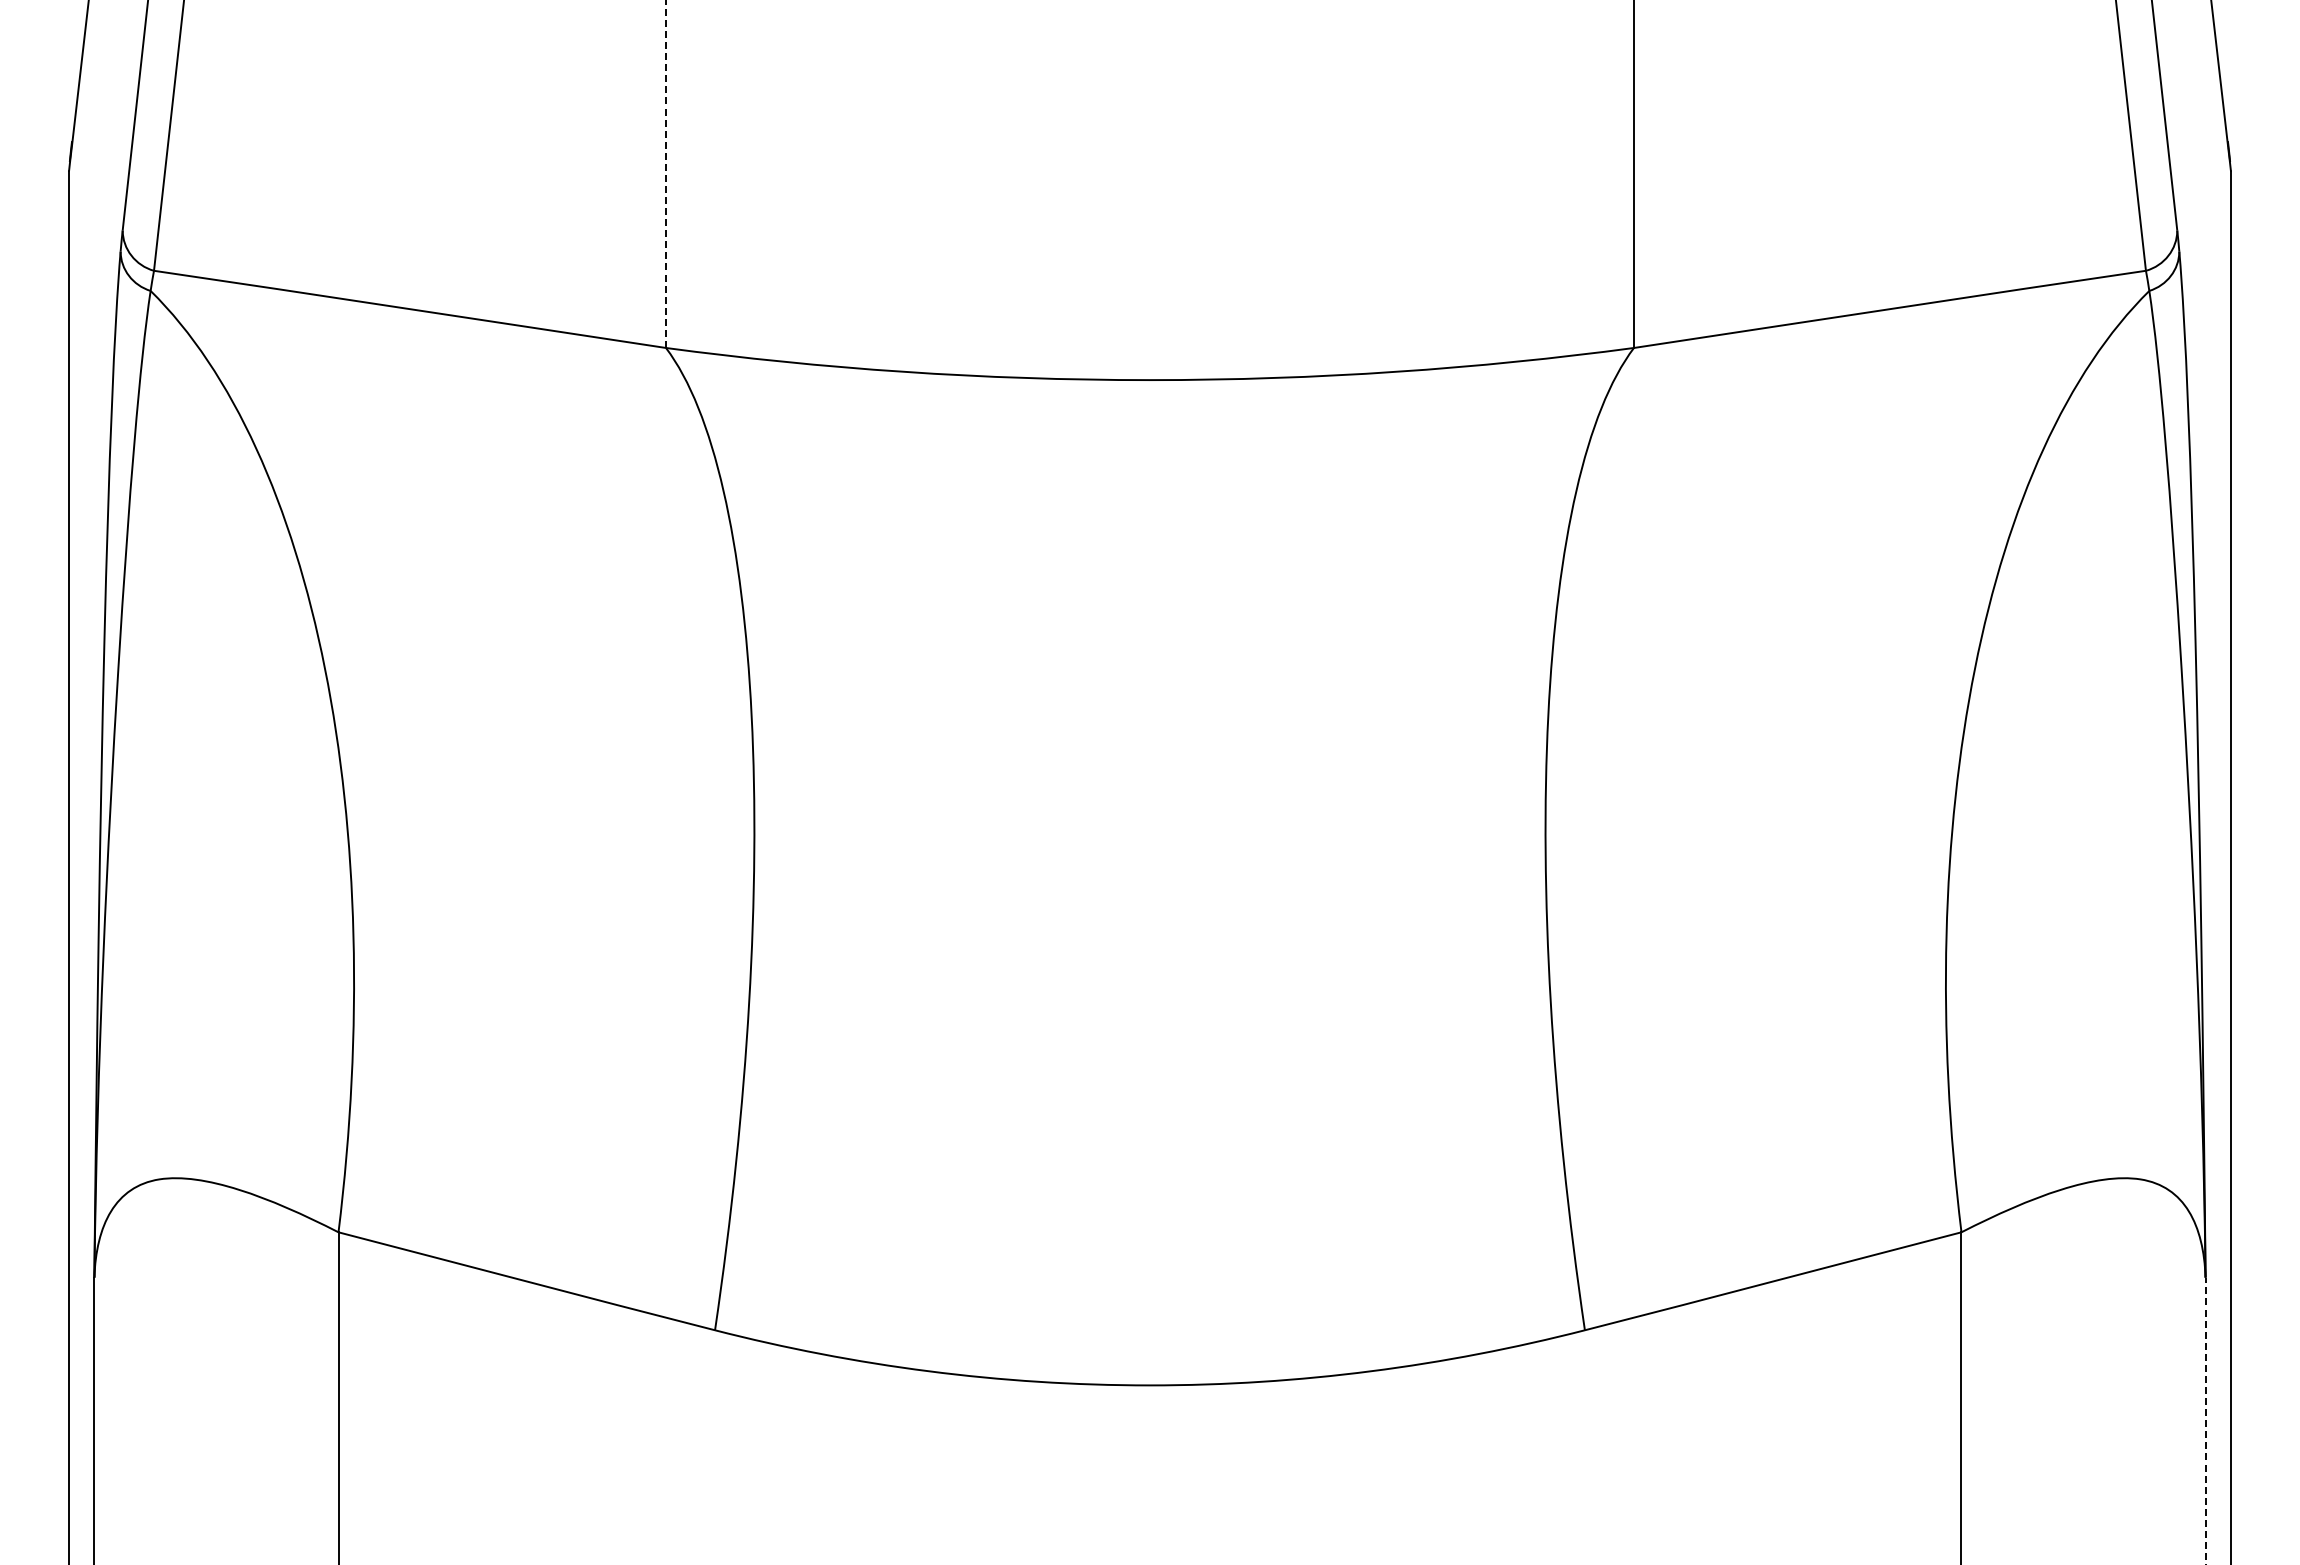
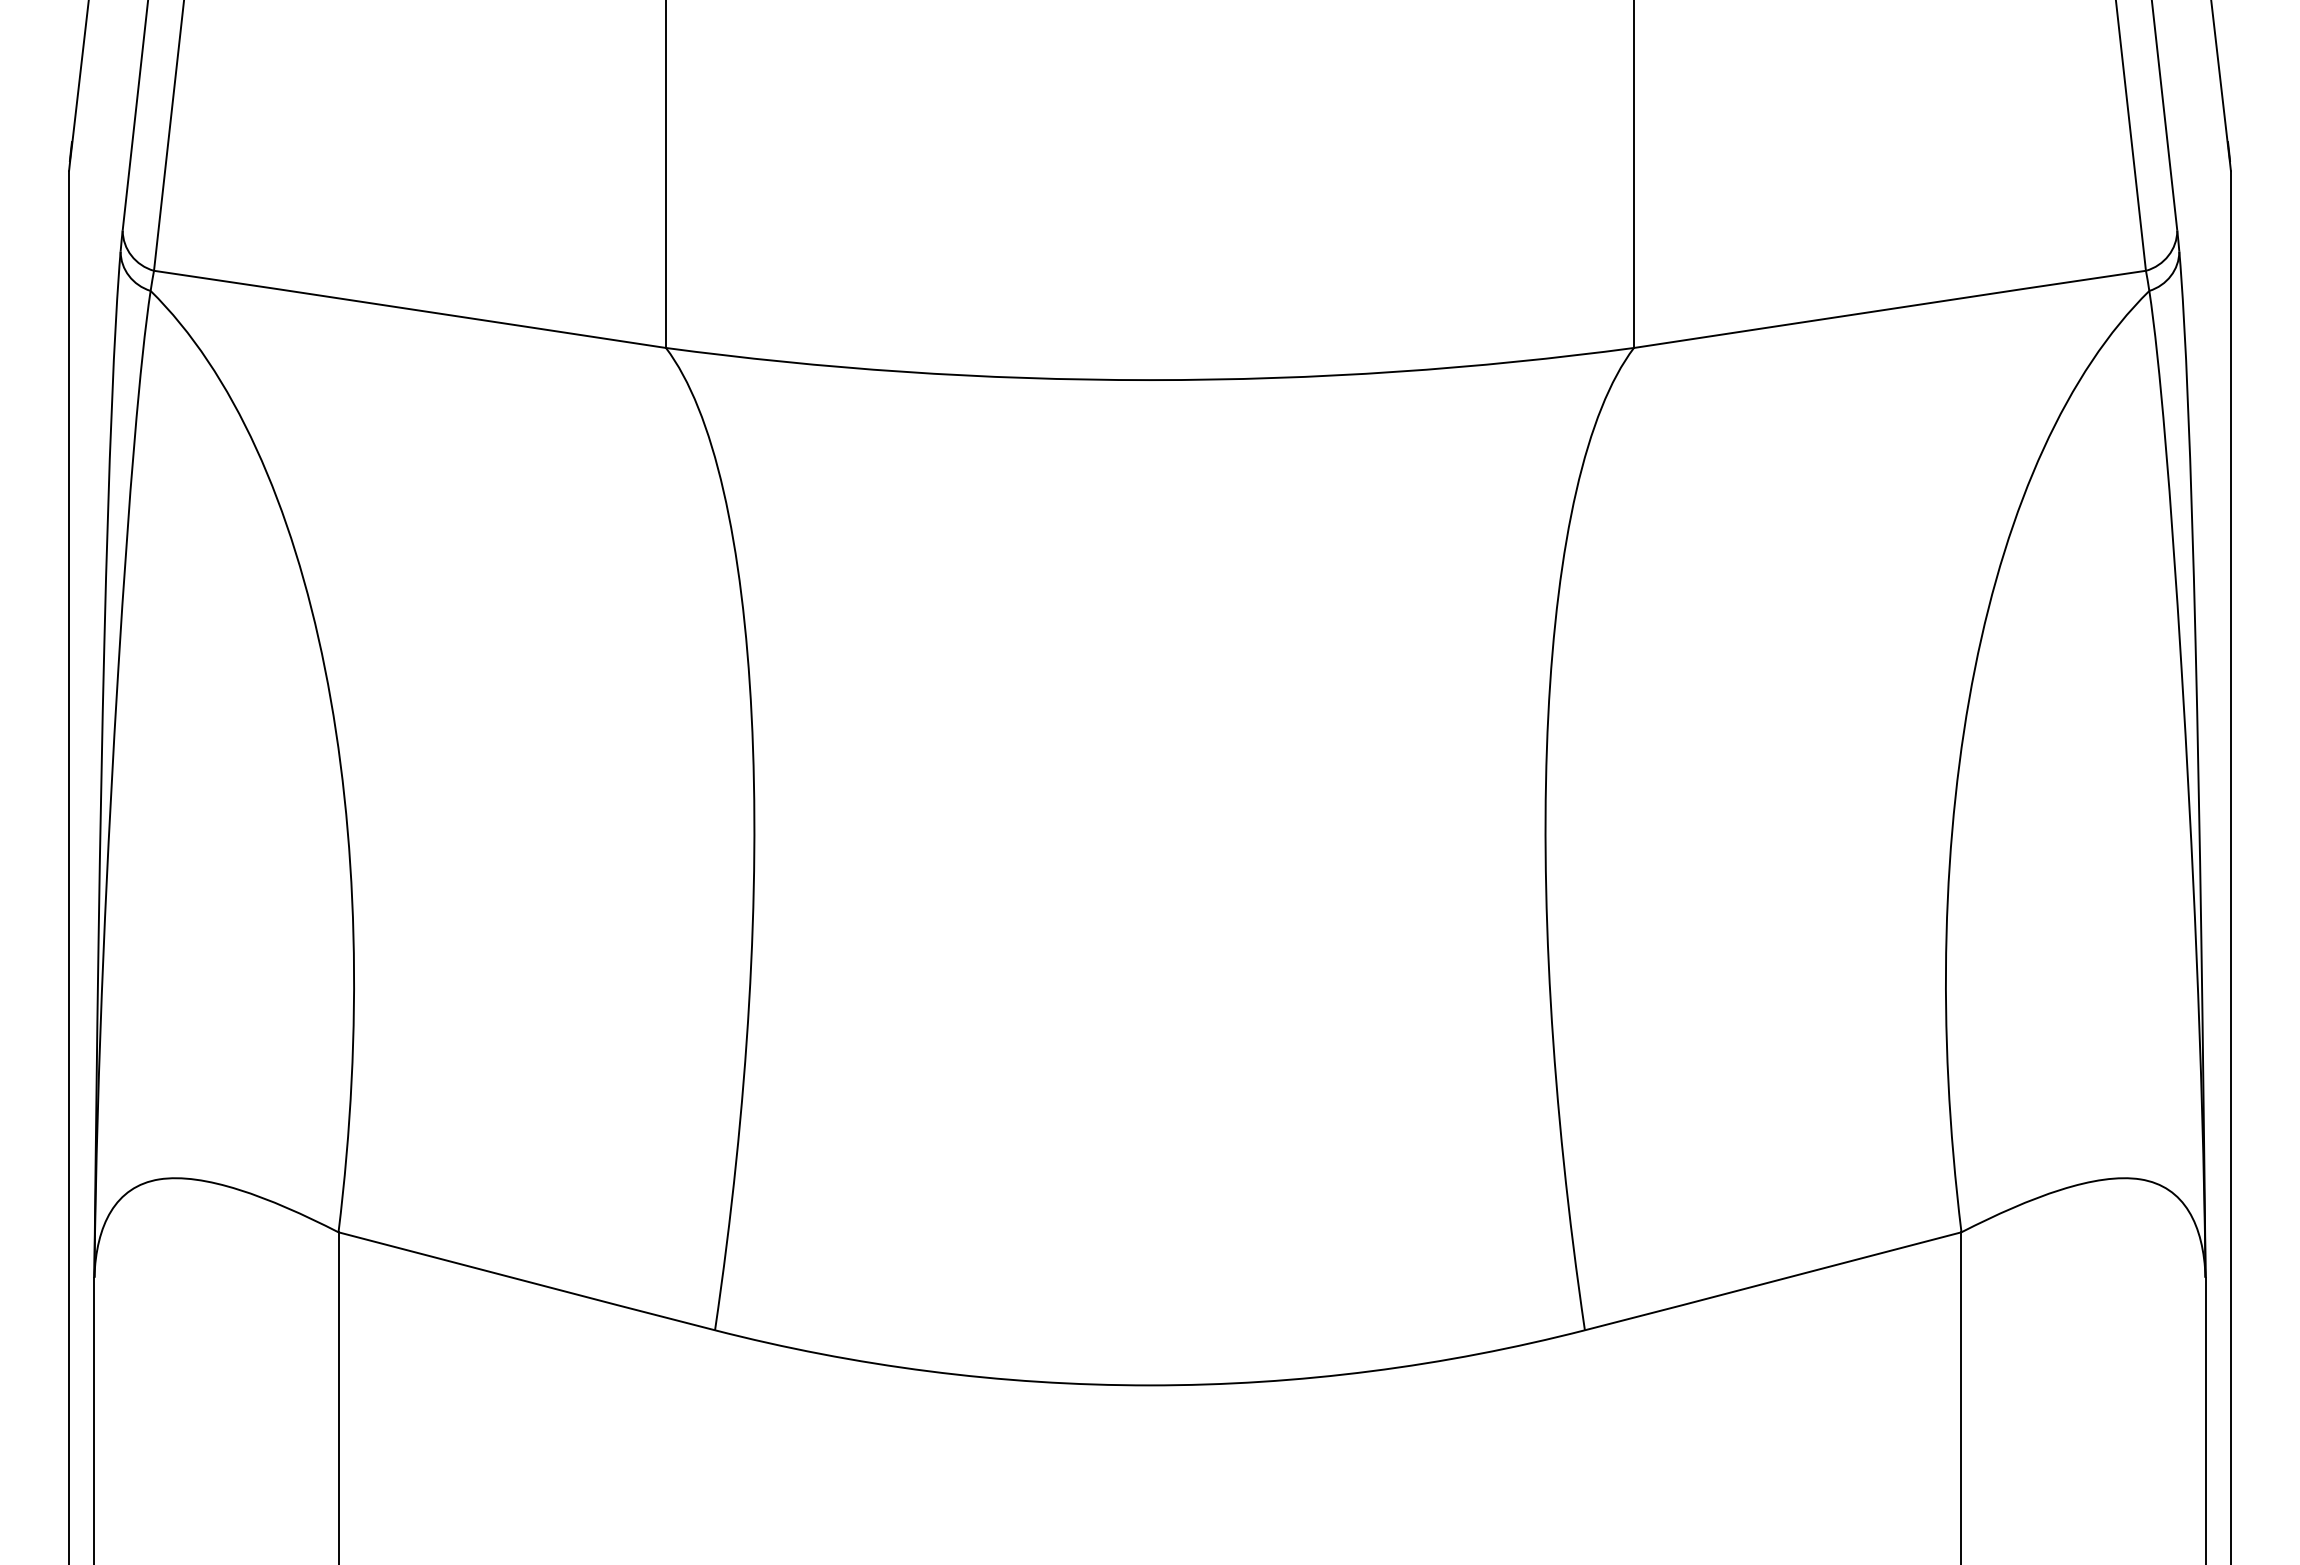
line at (666, 174): dashed -> solid
line at (2205, 1420): dashed -> solid
